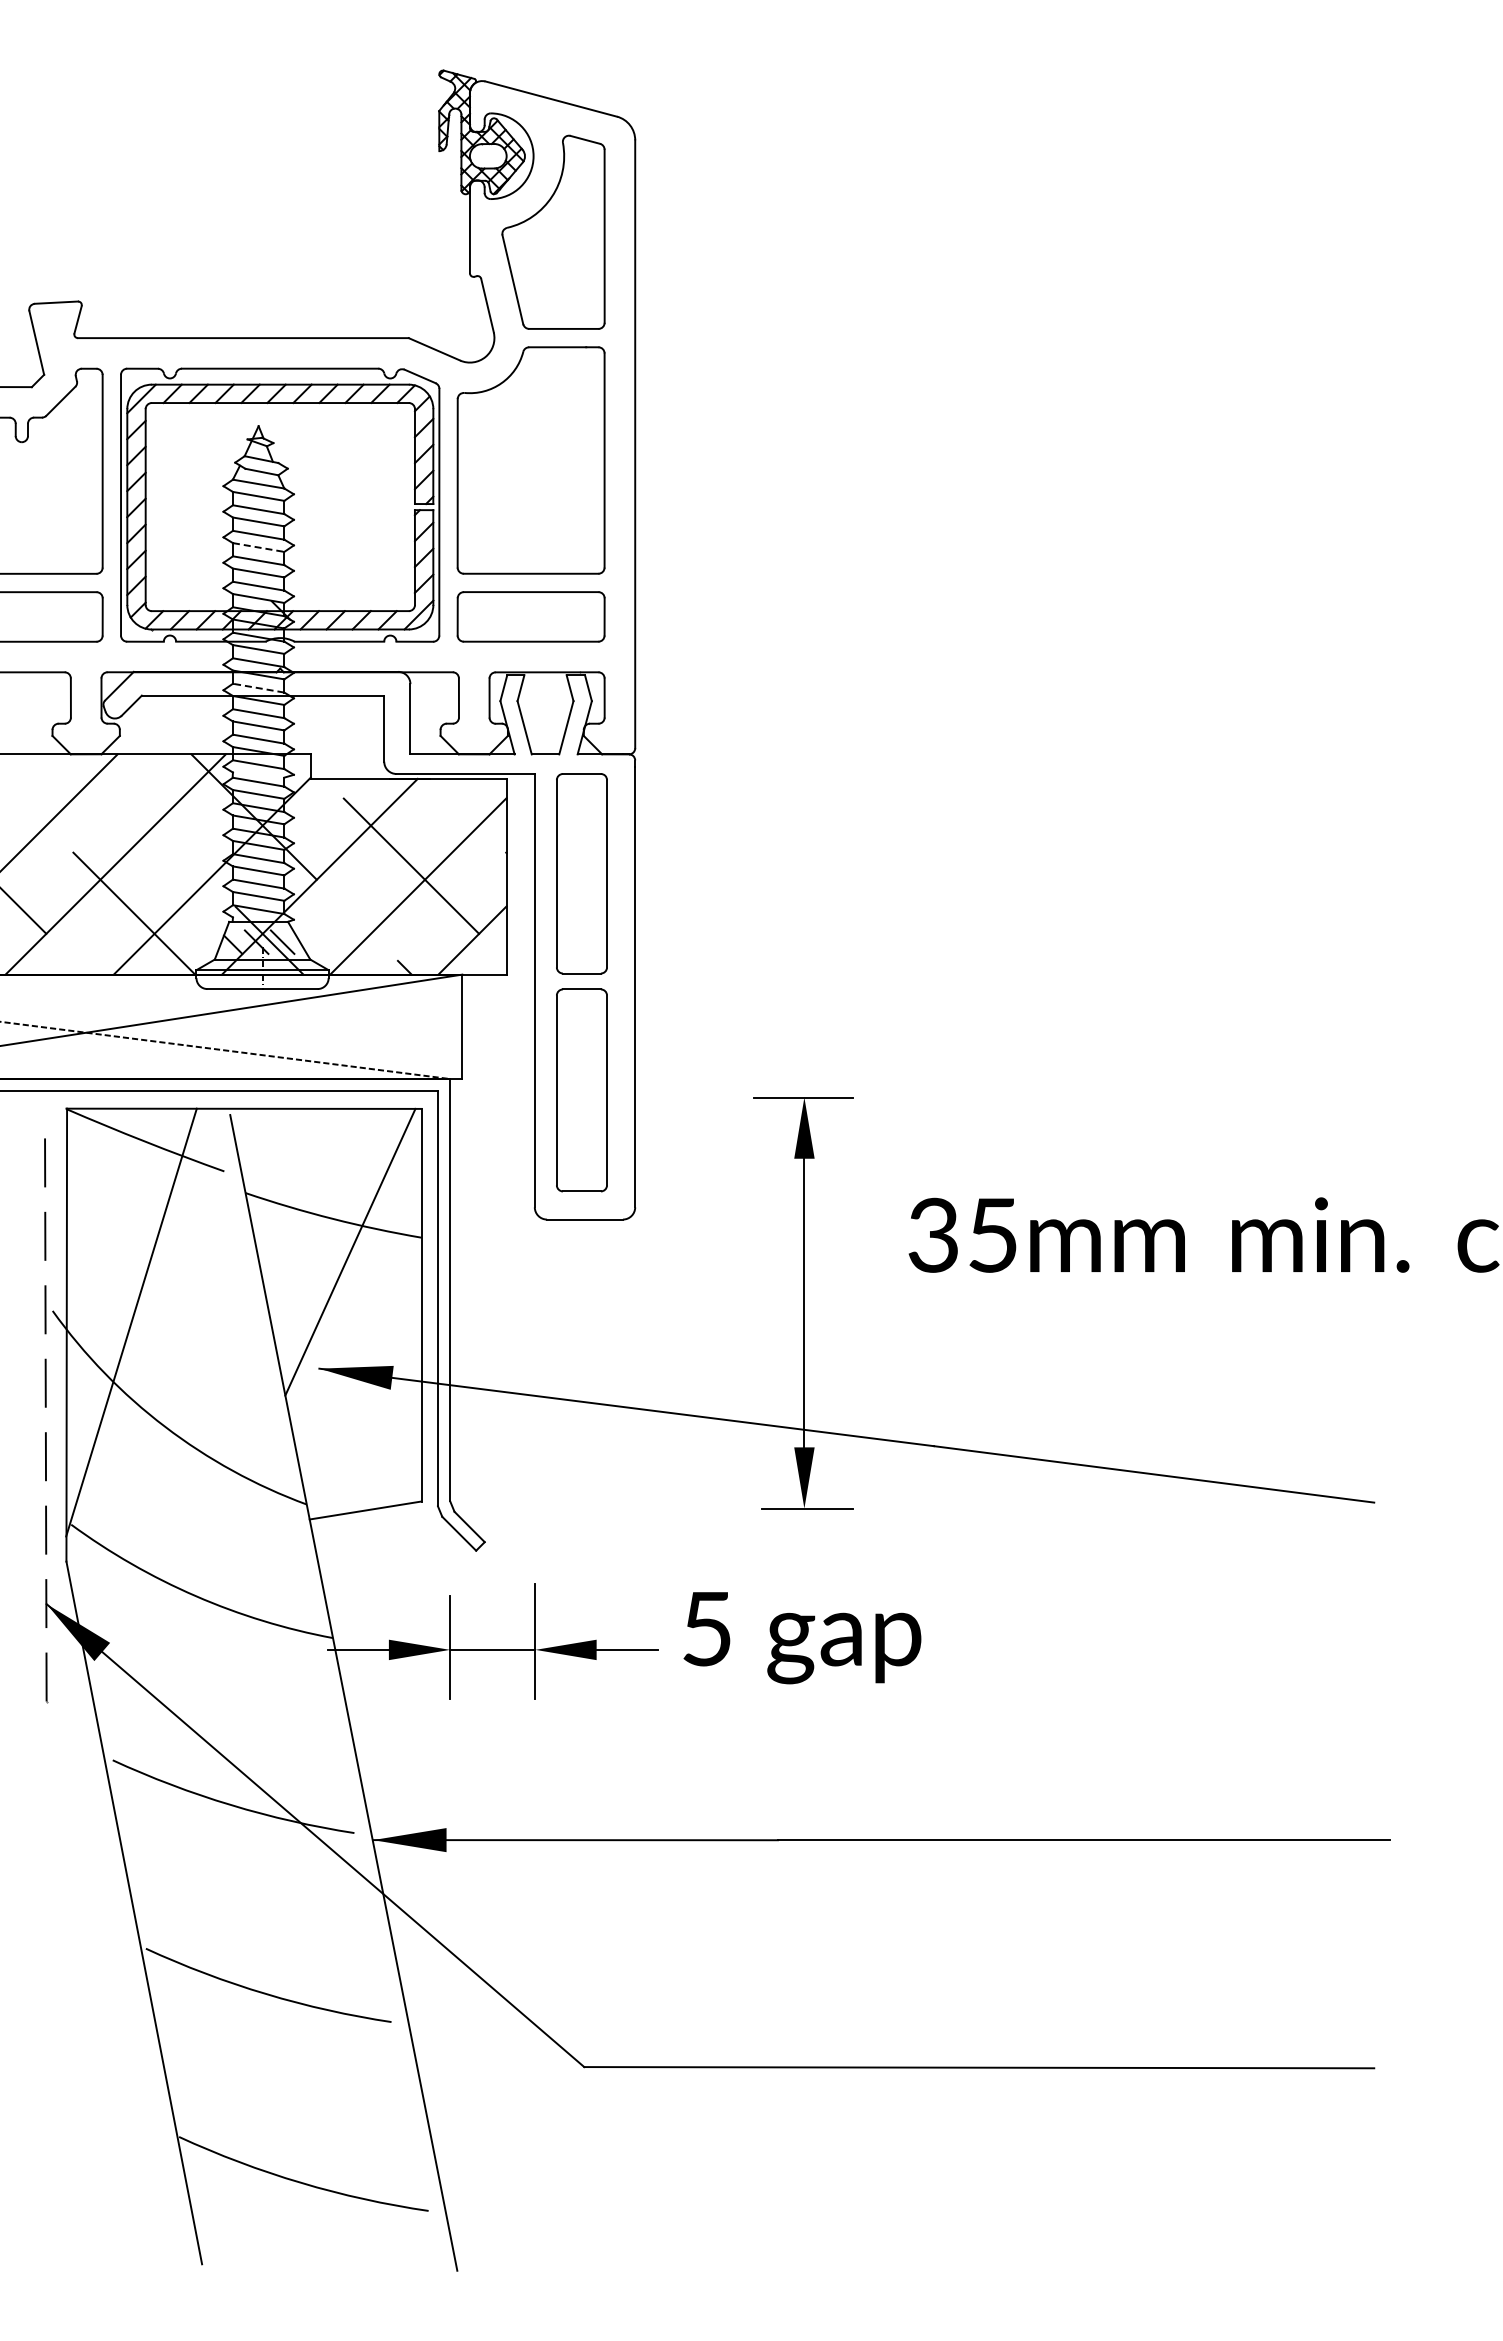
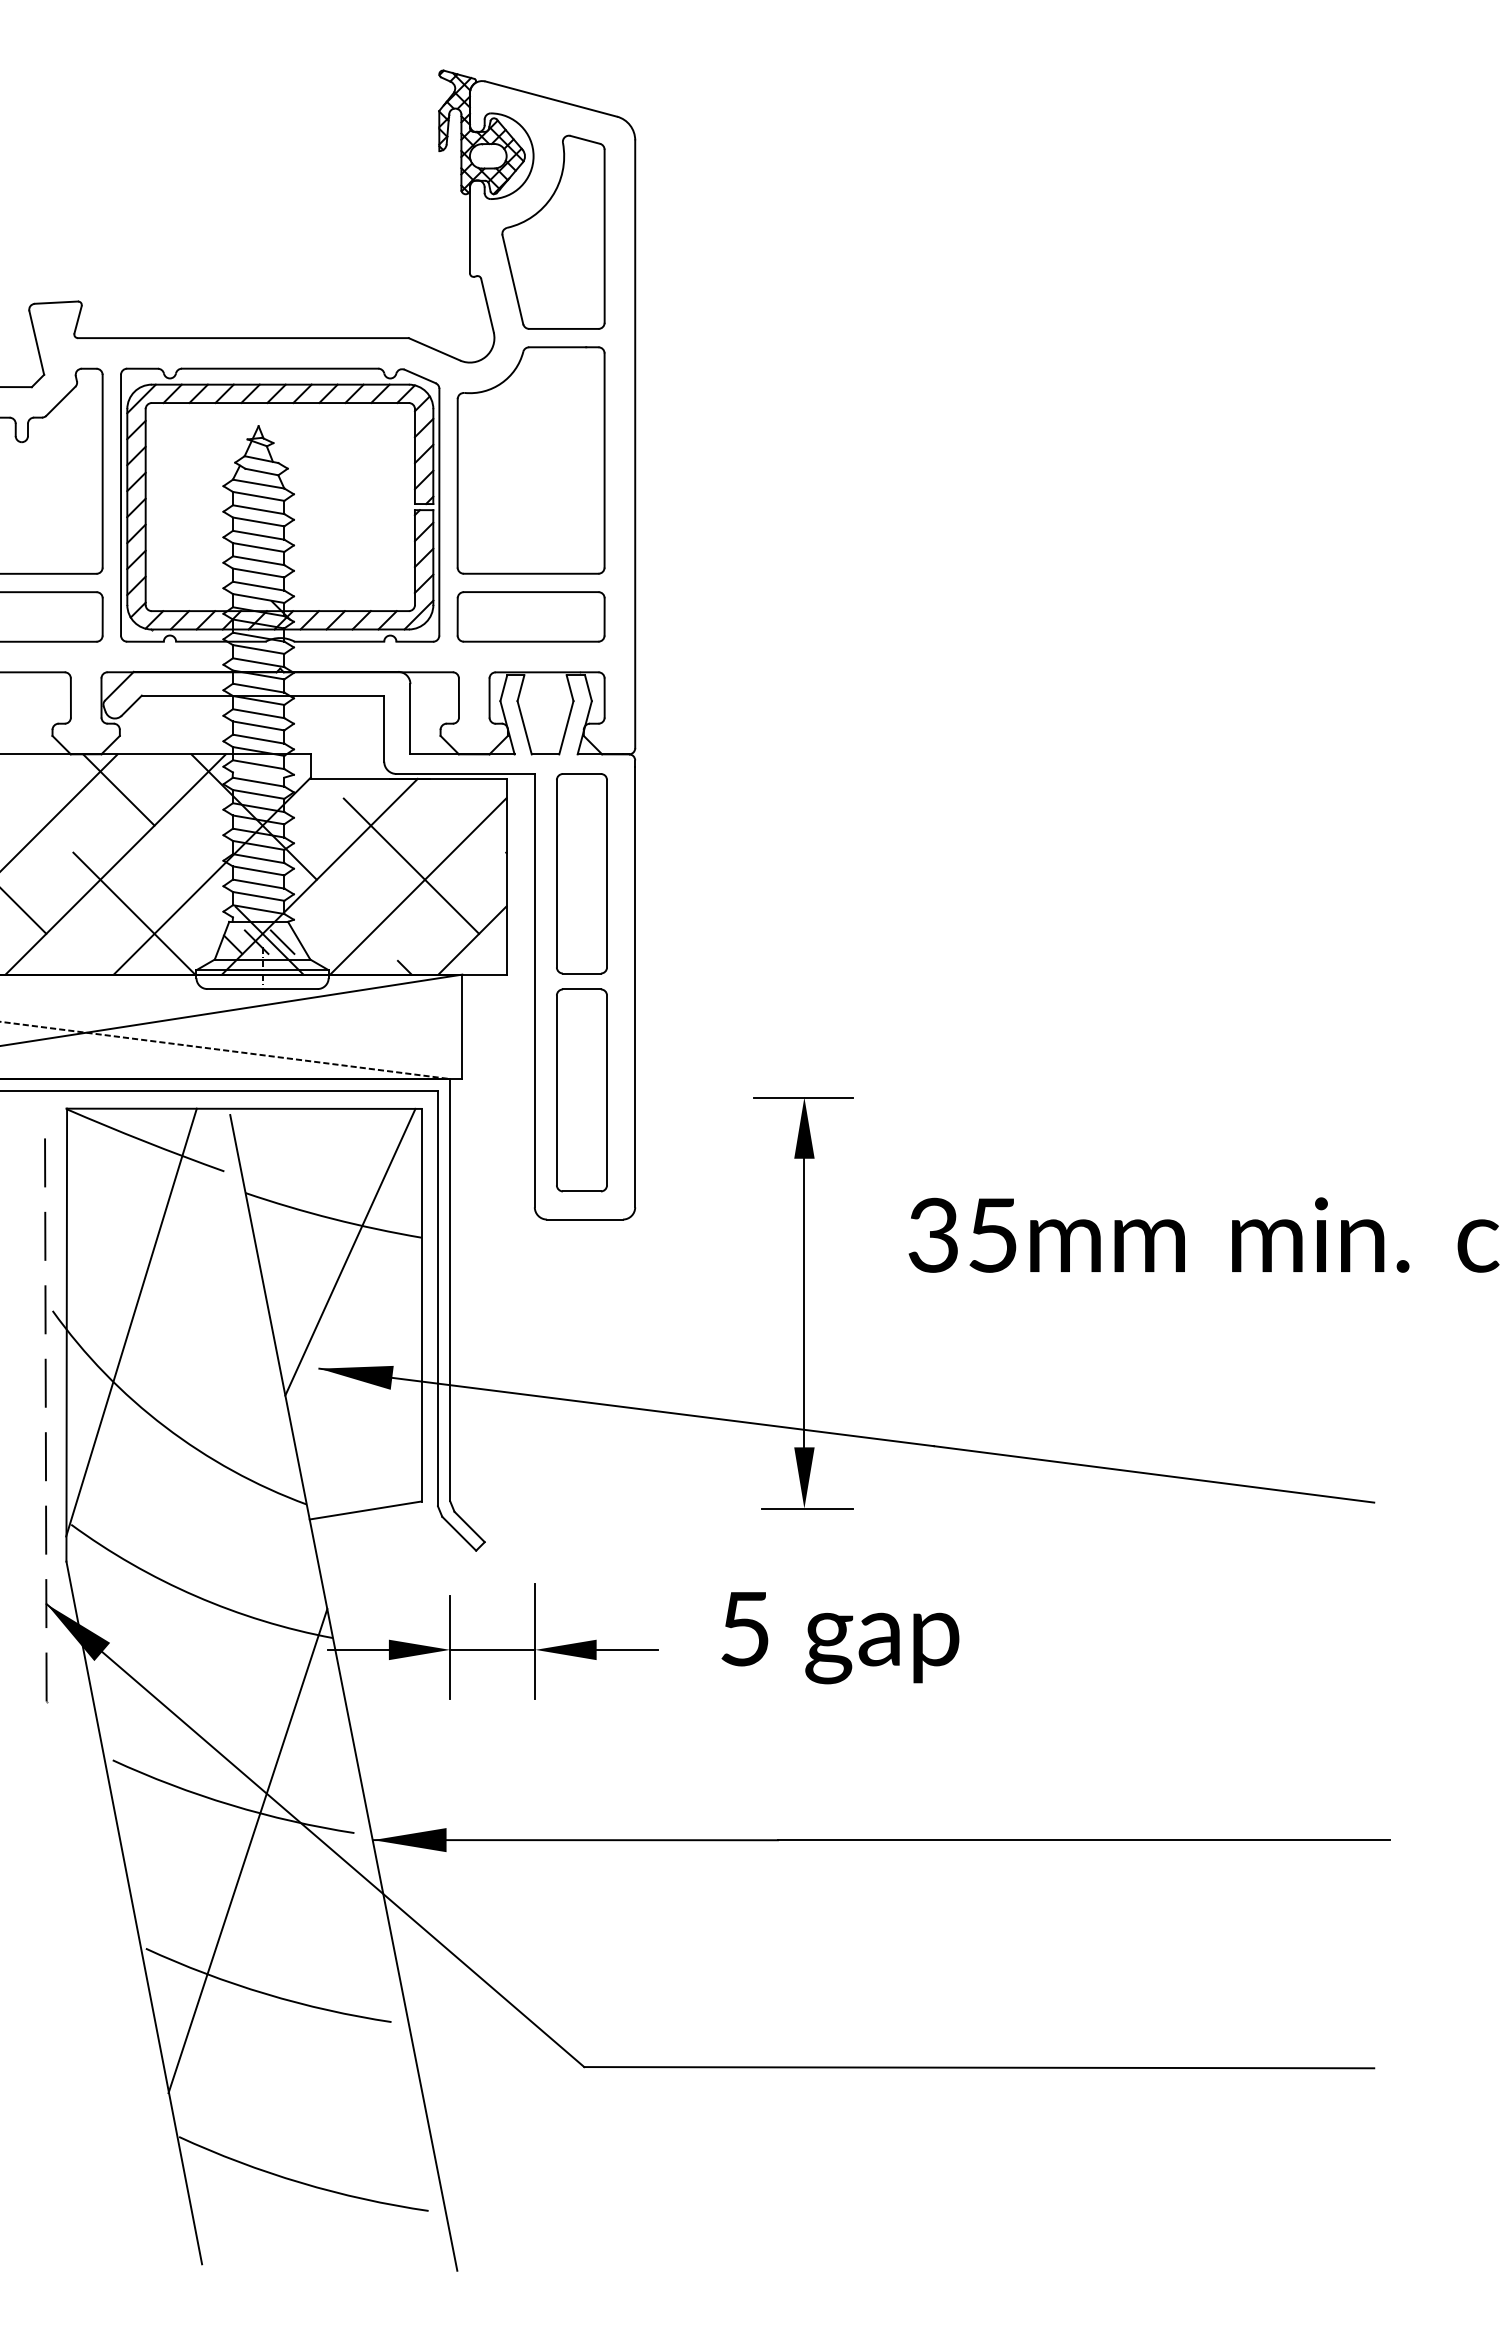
line at (259, 547): dashed -> solid
line at (258, 688): dashed -> solid
line at (118, 789): none -> present
text at (802, 1638) position: (802, 1638) -> (840, 1638)
line at (247, 1851): none -> present
